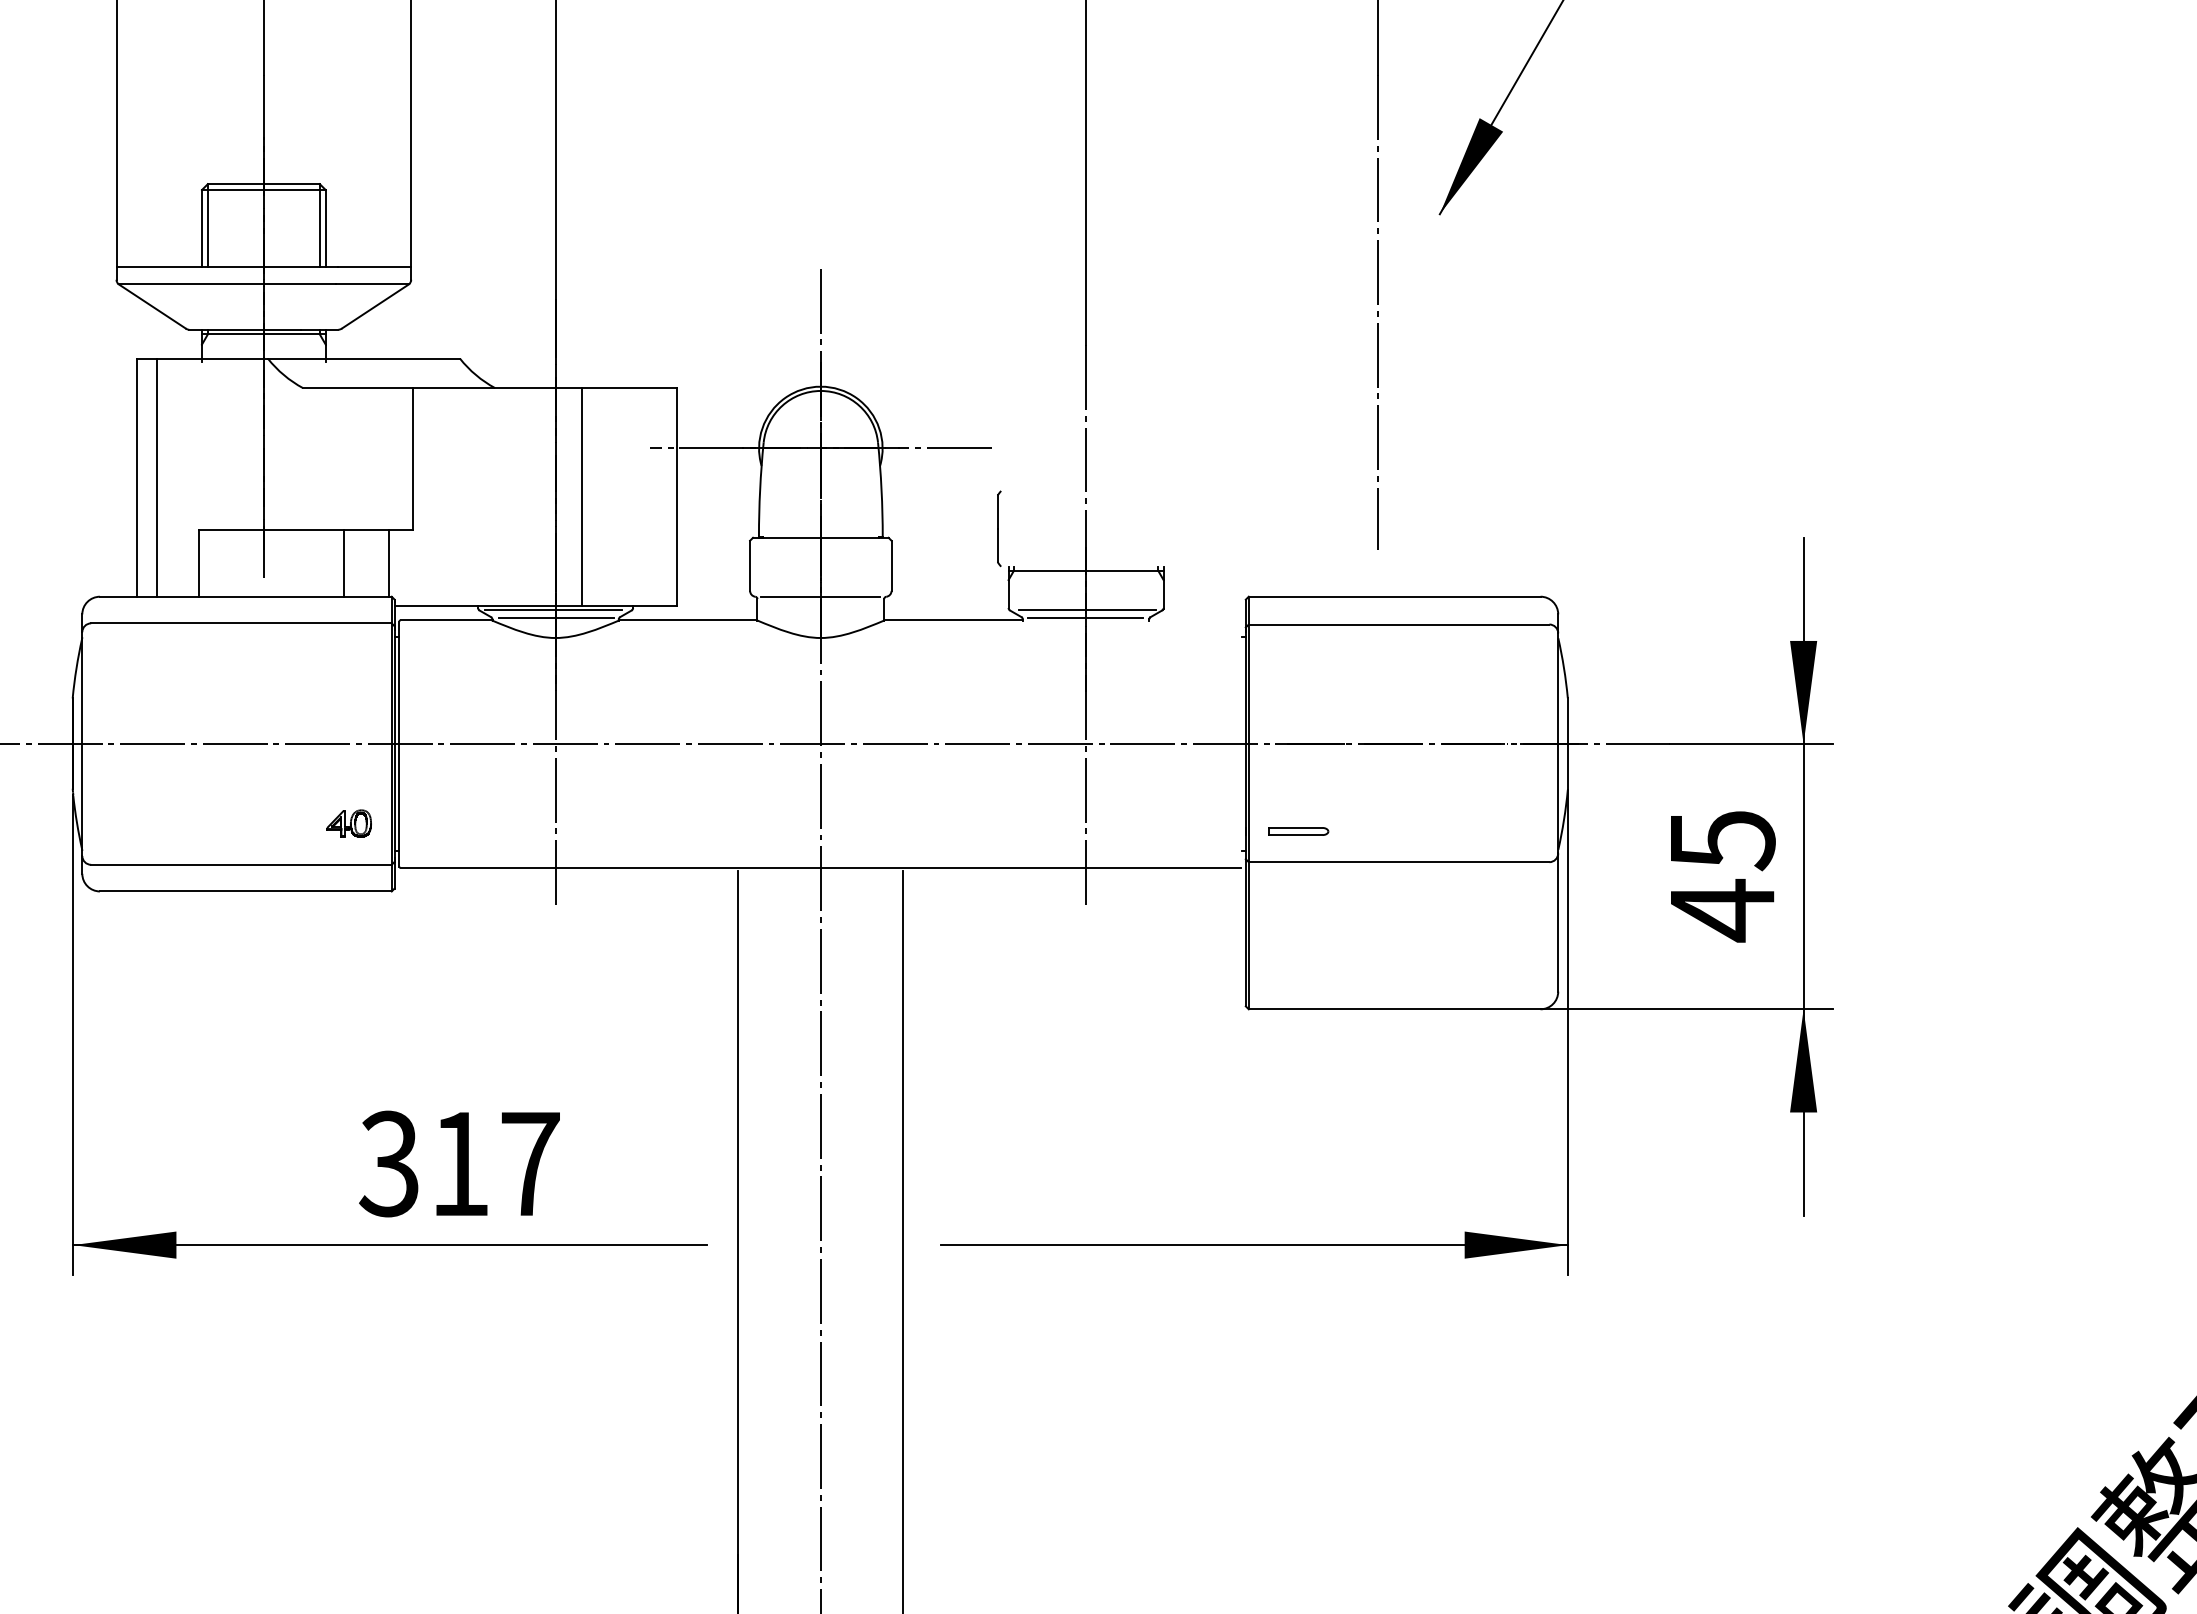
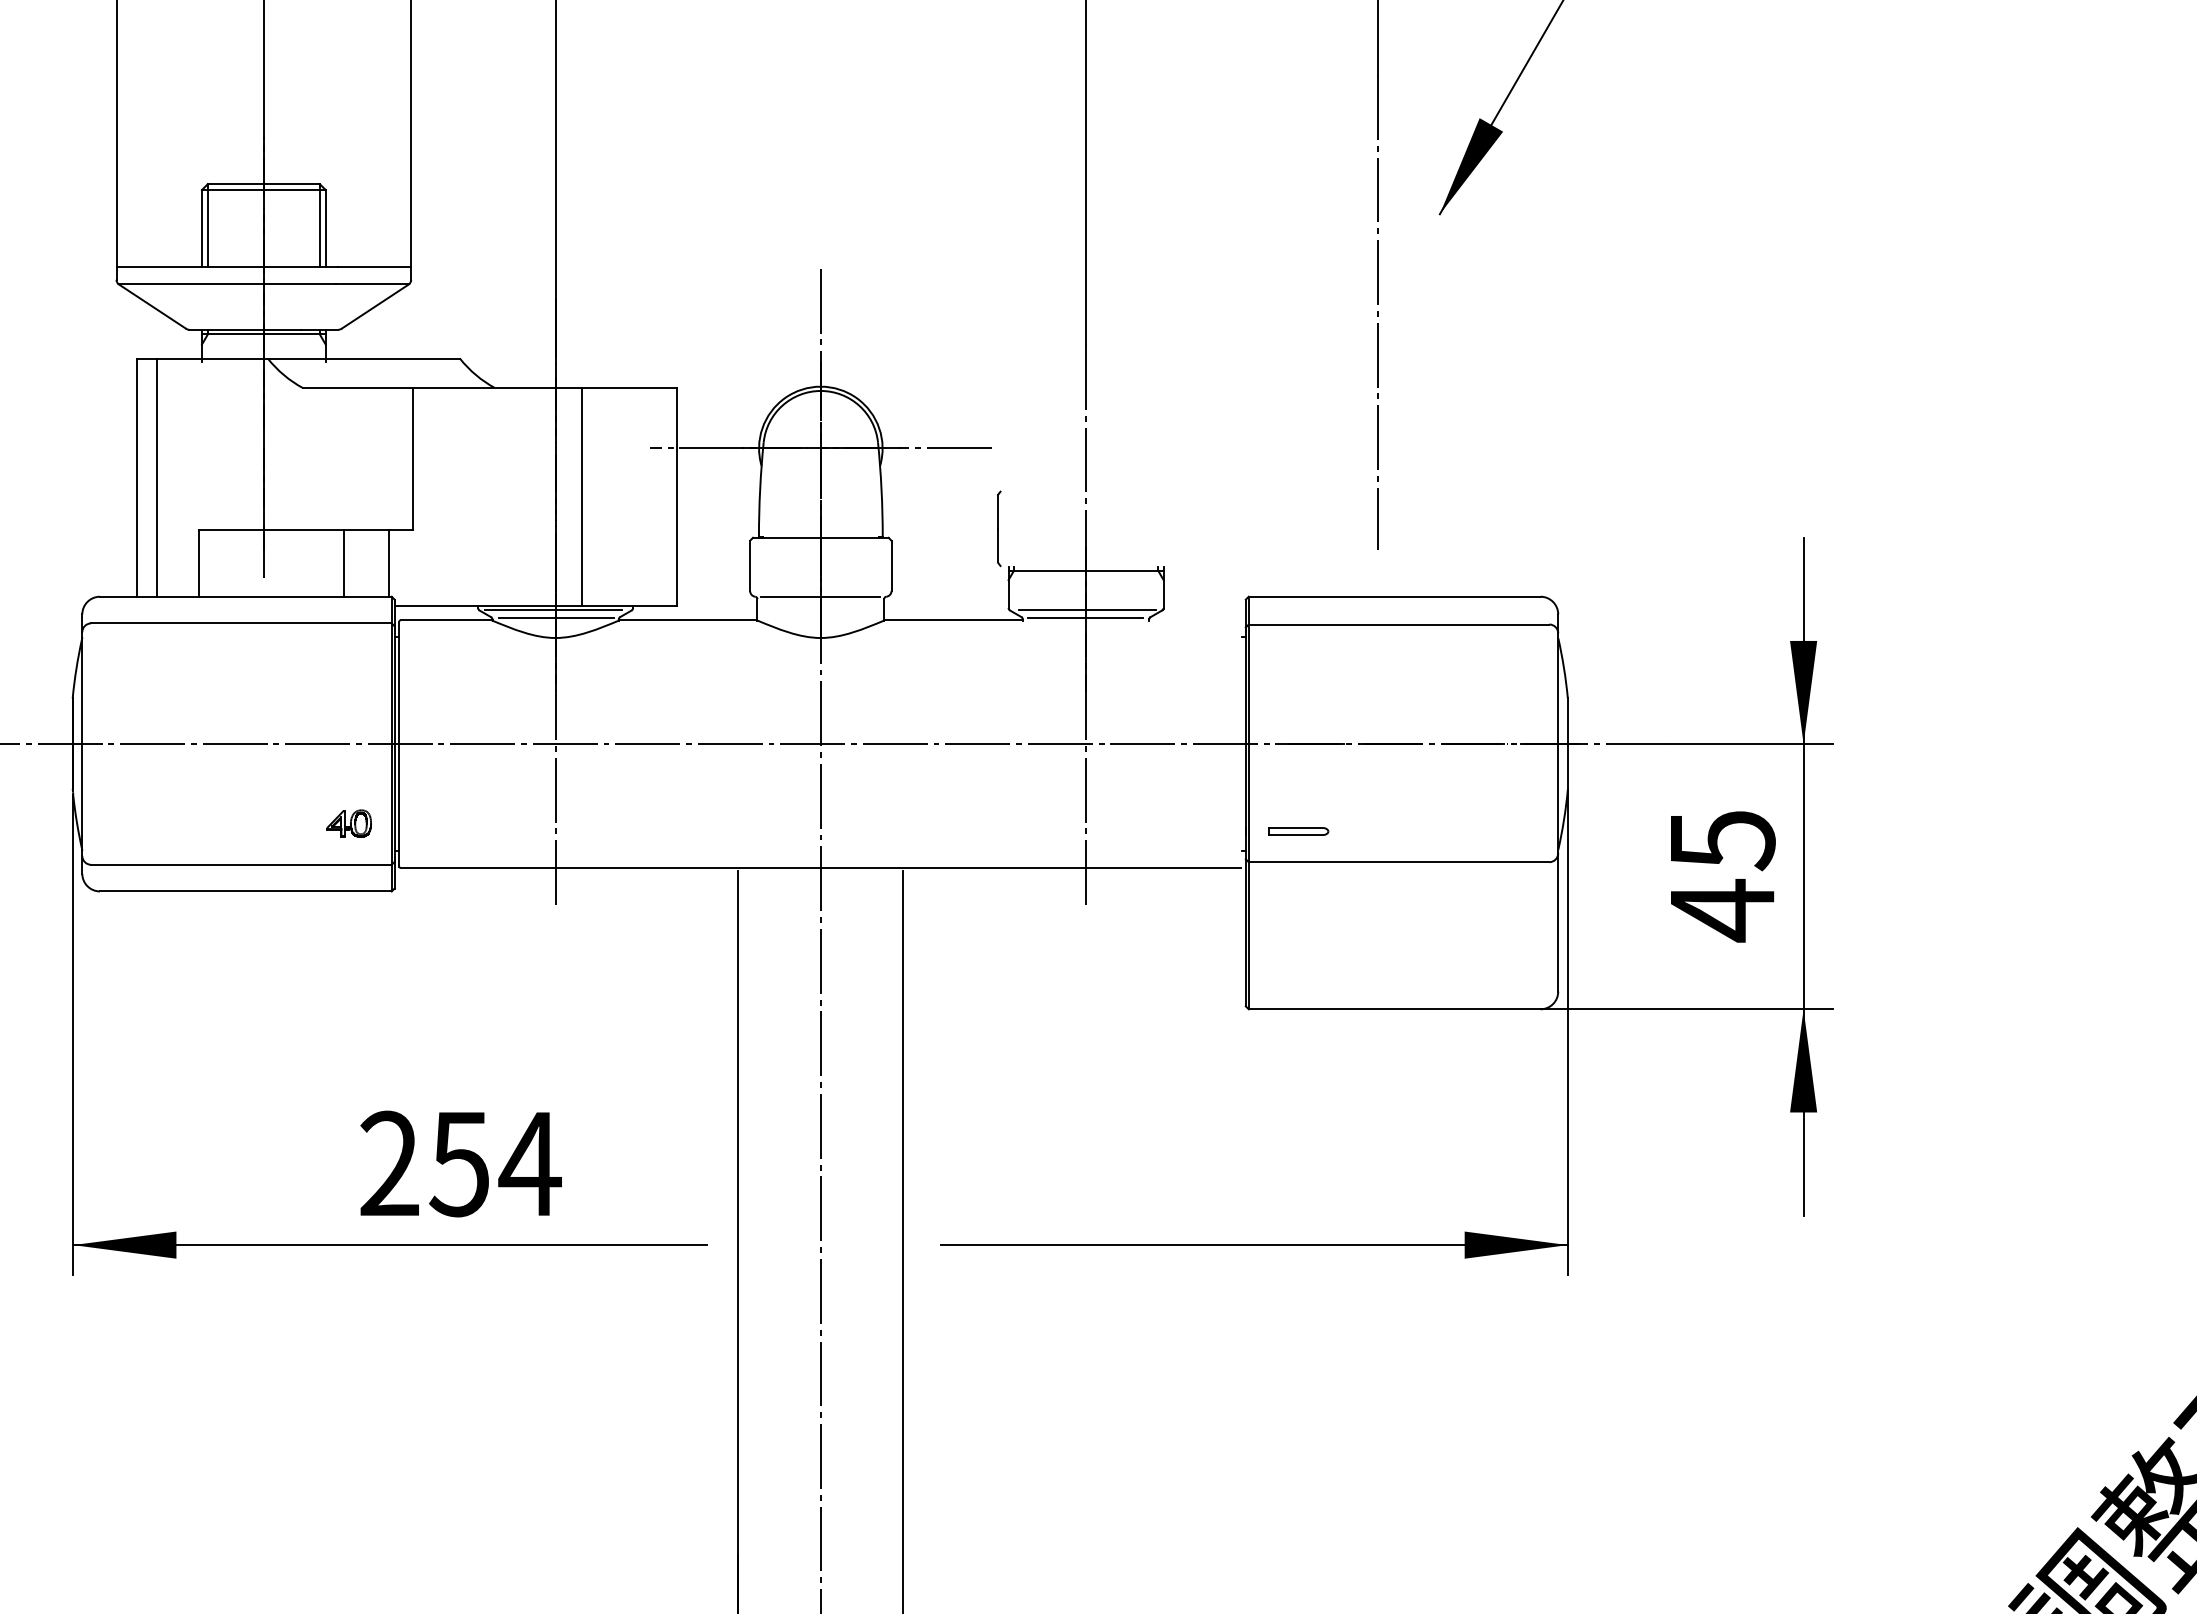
text at (460, 1163): 317 -> 254
